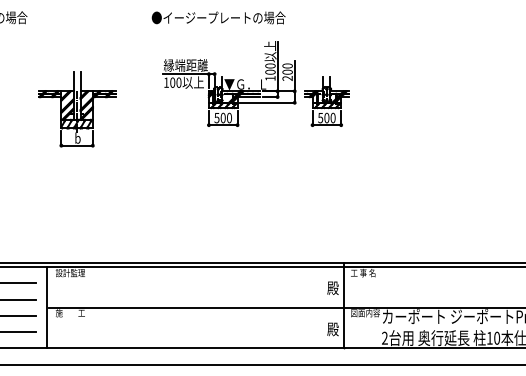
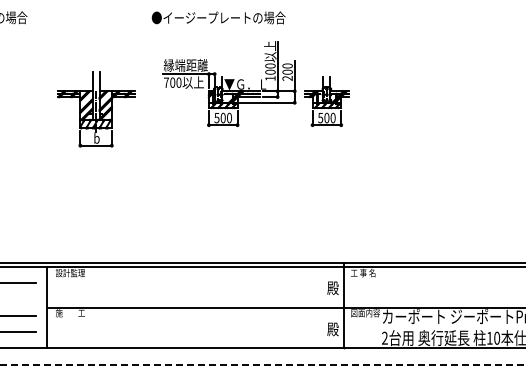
text at (166, 82): 100 -> 700
part at (77, 109) position: (77, 109) -> (96, 109)
line at (18, 299): present -> none
line at (263, 364): solid -> dashed
